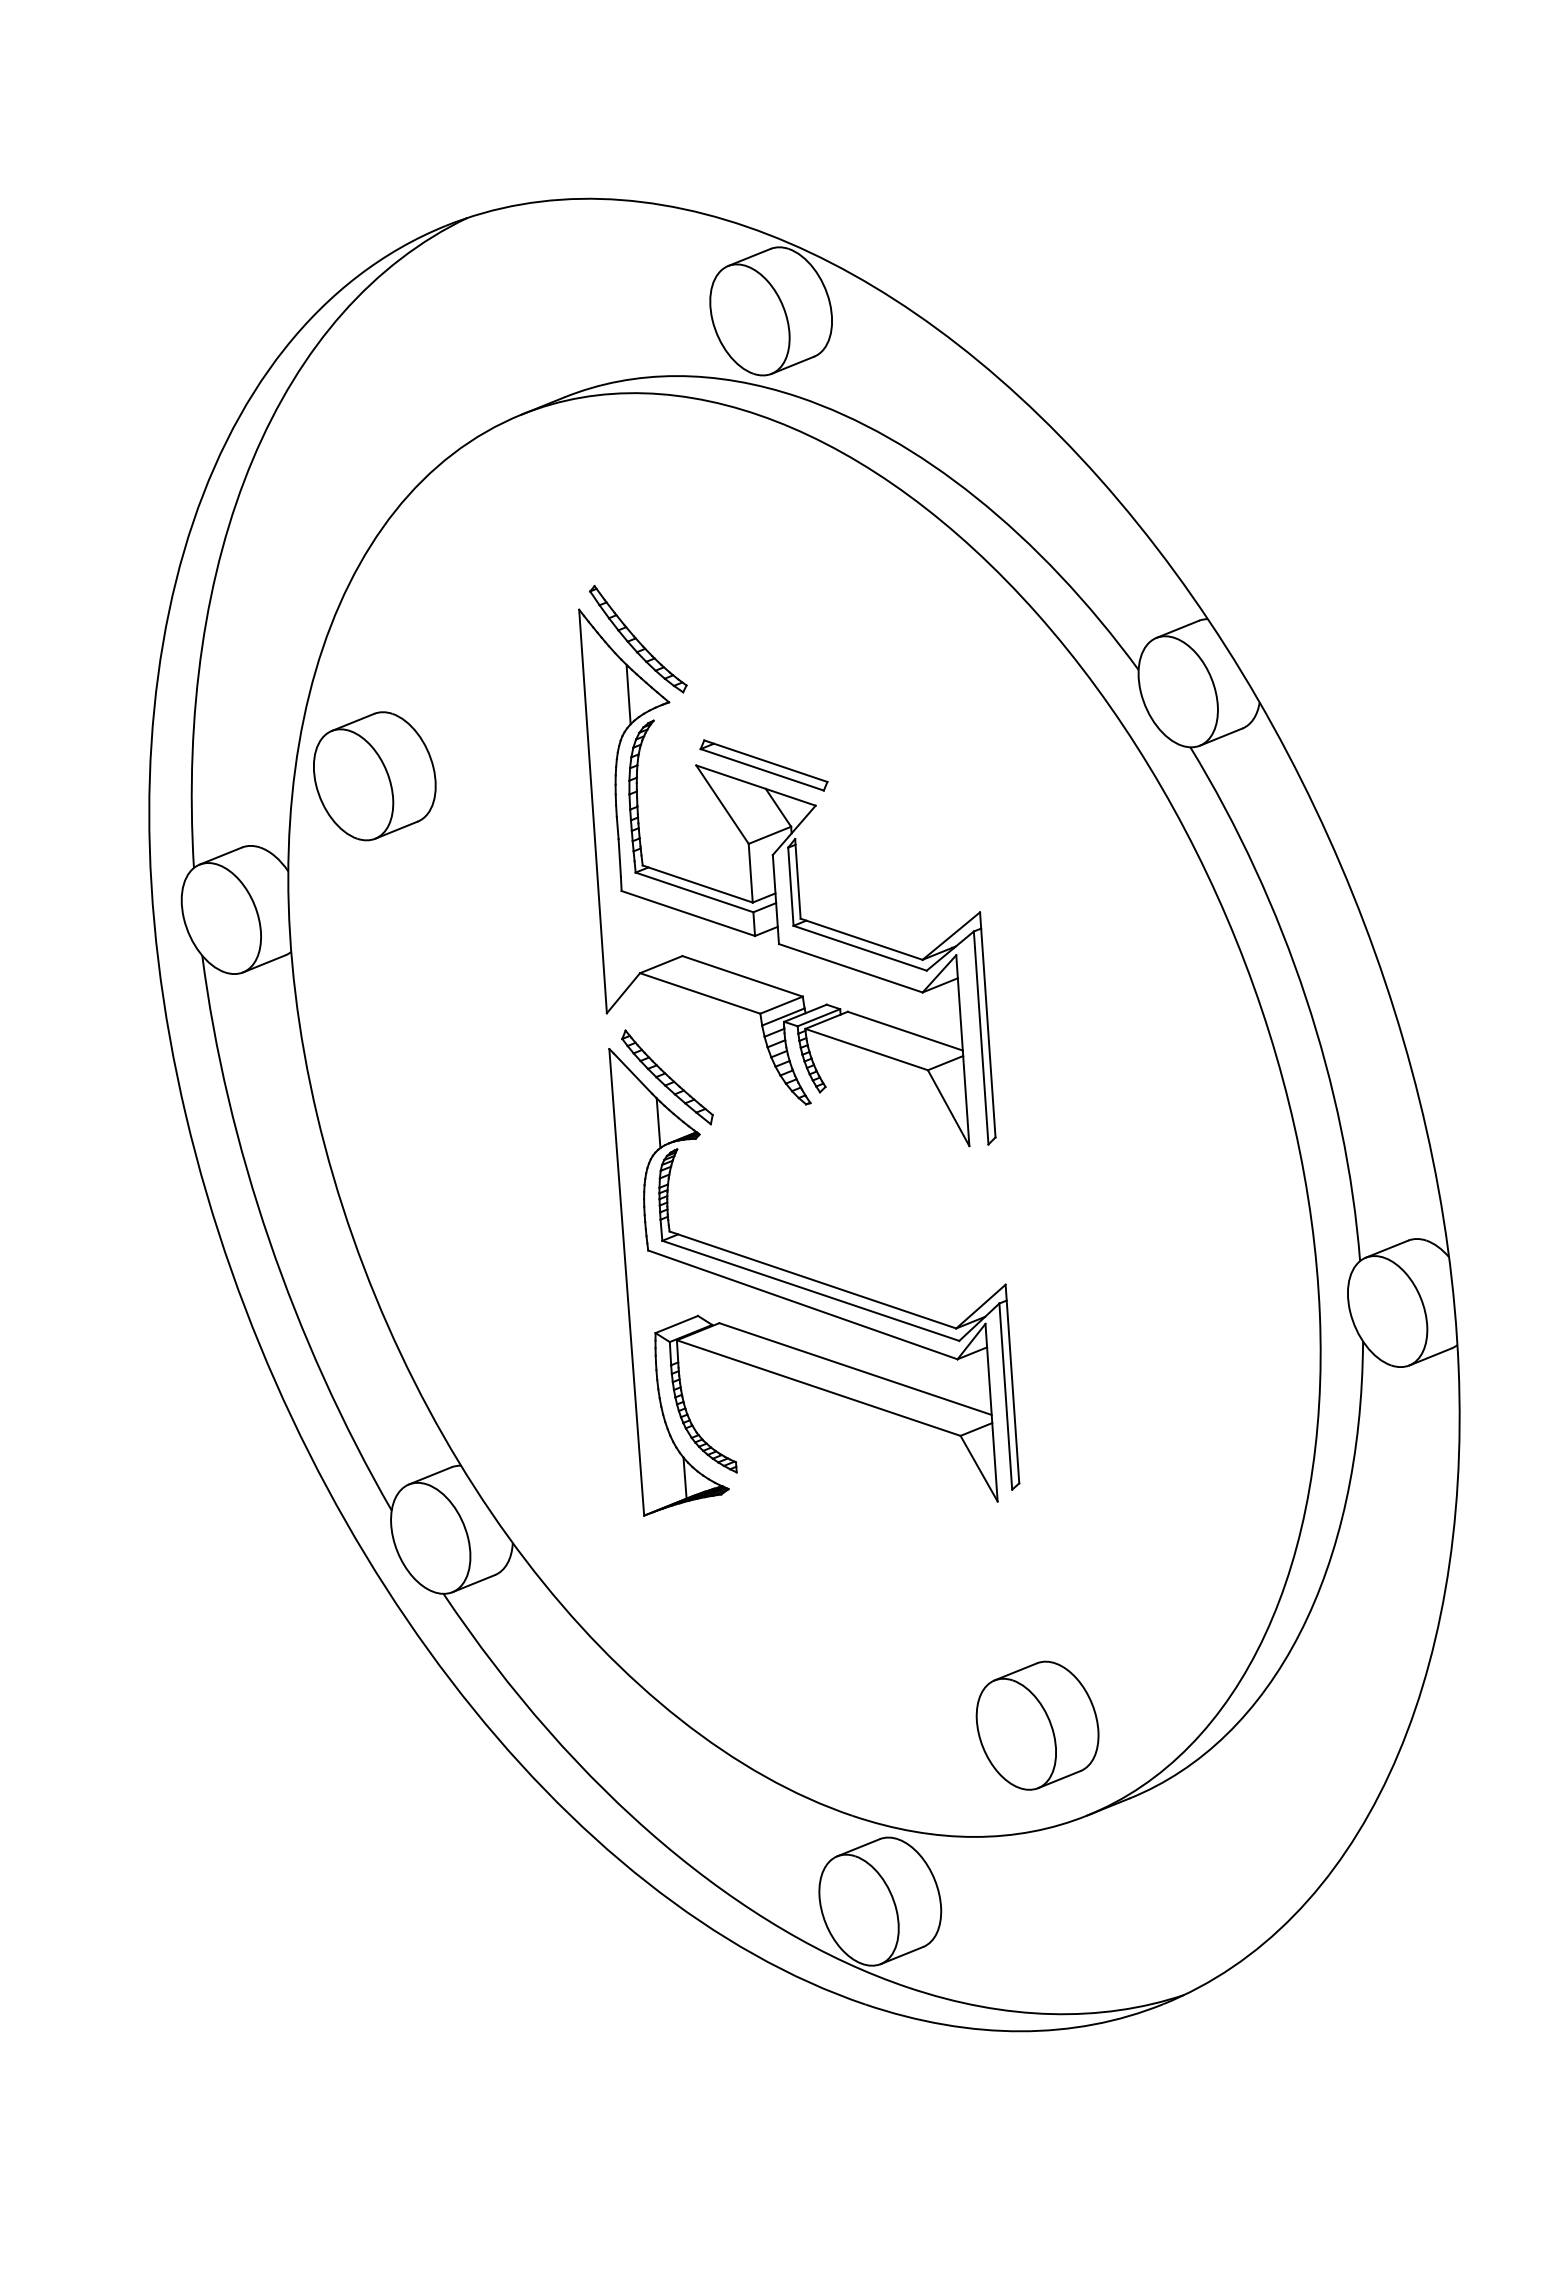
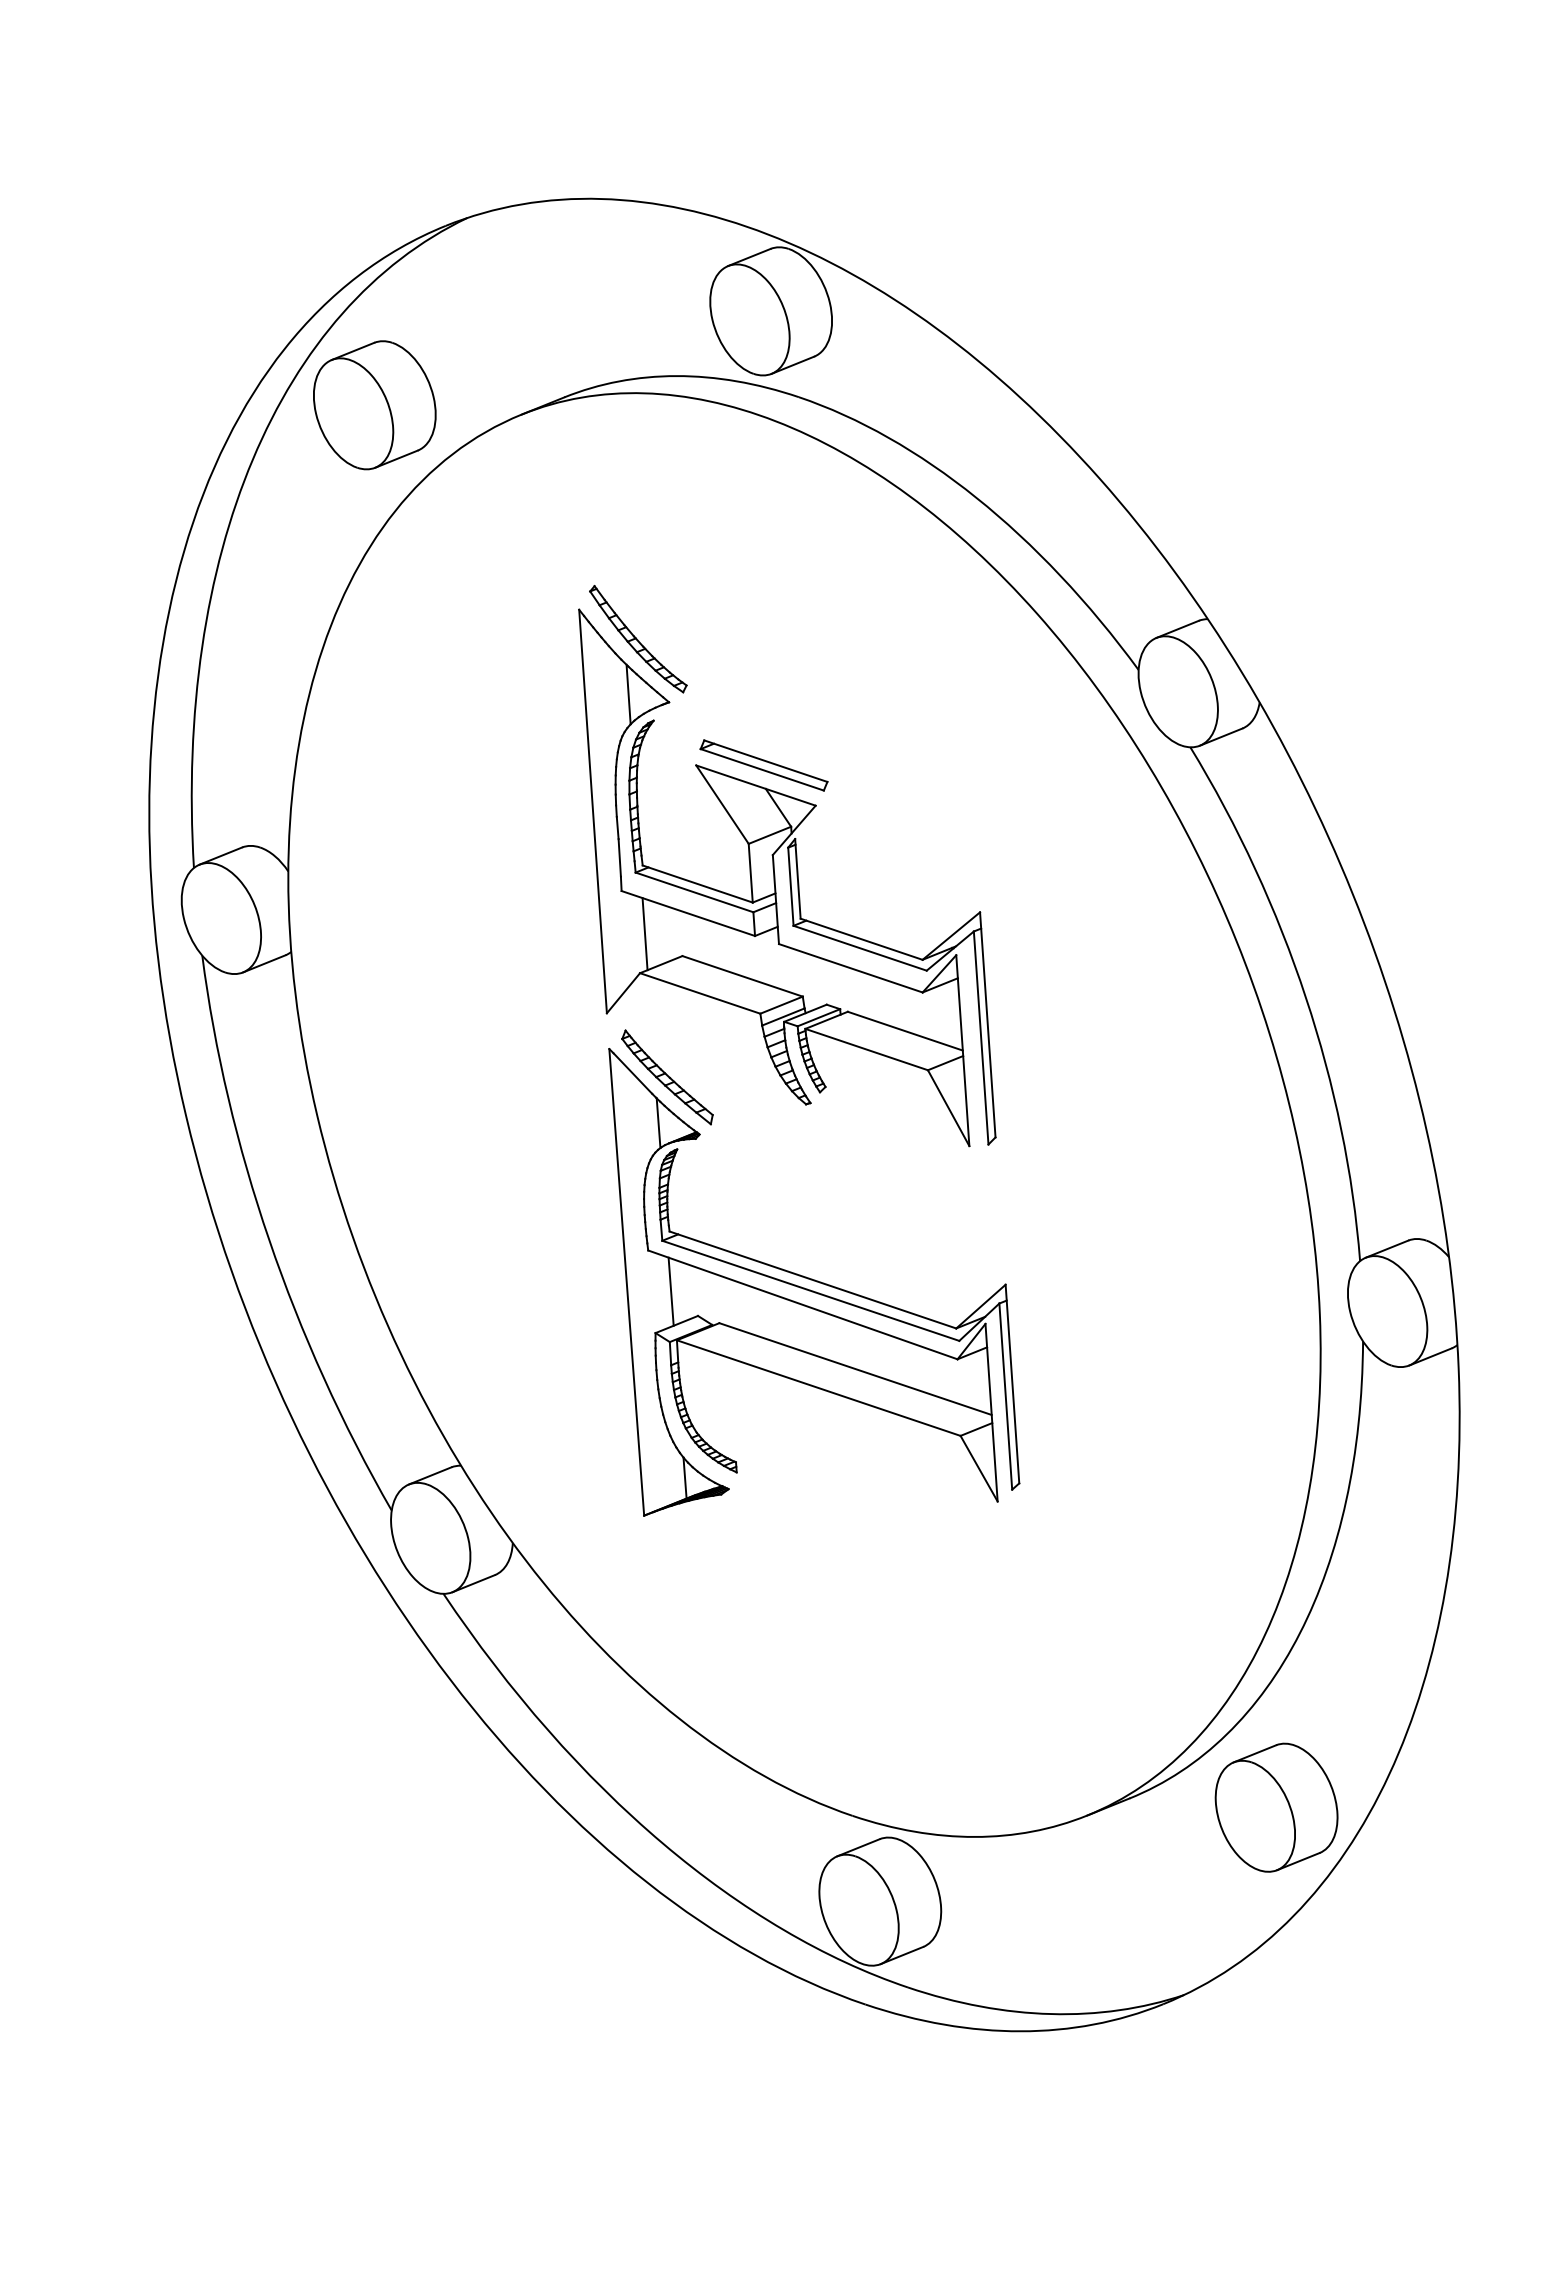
part at (374, 776) position: (374, 776) -> (374, 405)
line at (644, 934): none -> present
line at (670, 1291): none -> present
part at (1037, 1725) position: (1037, 1725) -> (1276, 1807)
